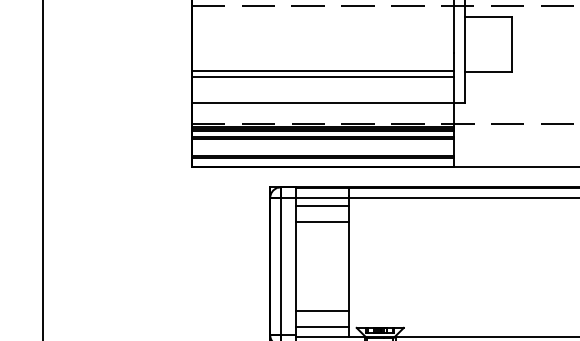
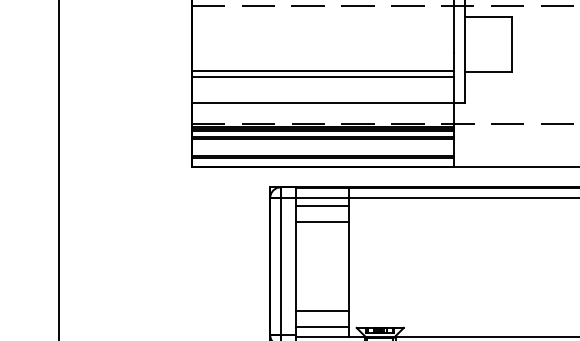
line at (42, 169) position: (42, 169) -> (58, 169)
